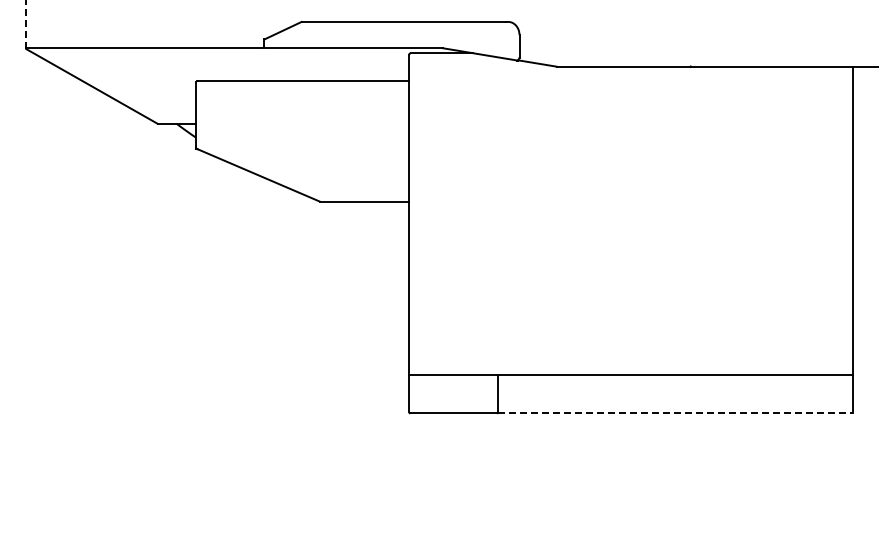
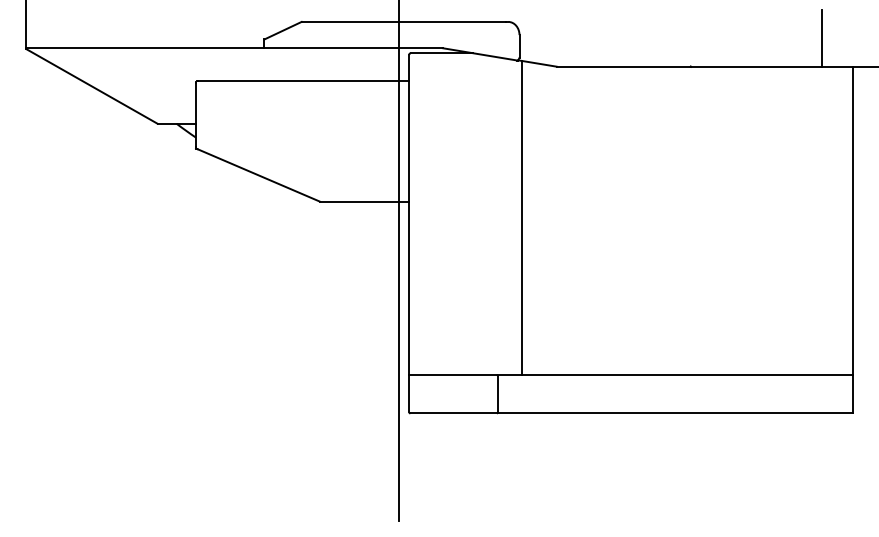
line at (26, 25): dashed -> solid
line at (822, 38): none -> present
line at (521, 217): none -> present
line at (398, 261): none -> present
line at (675, 413): dashed -> solid
